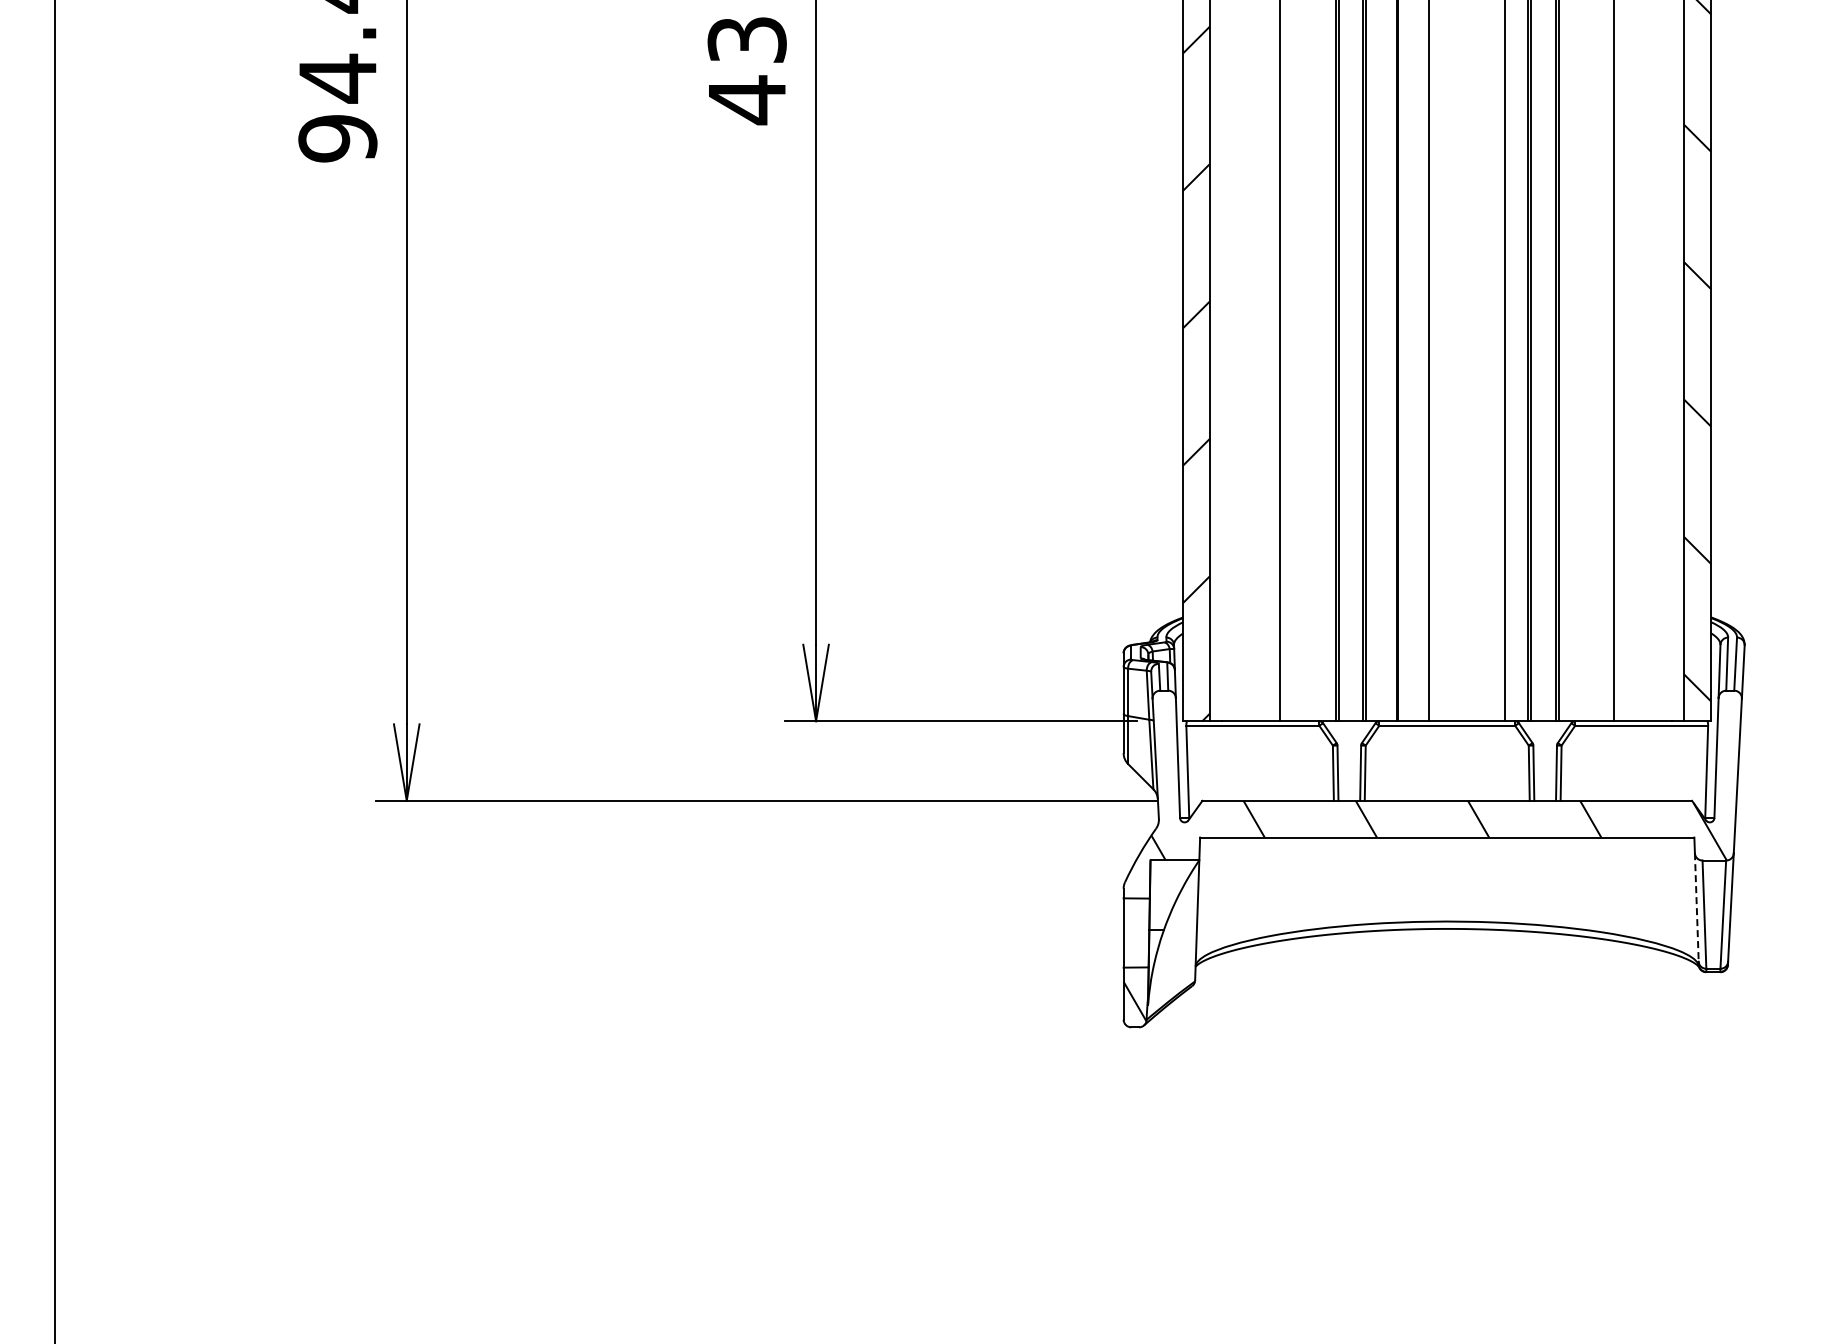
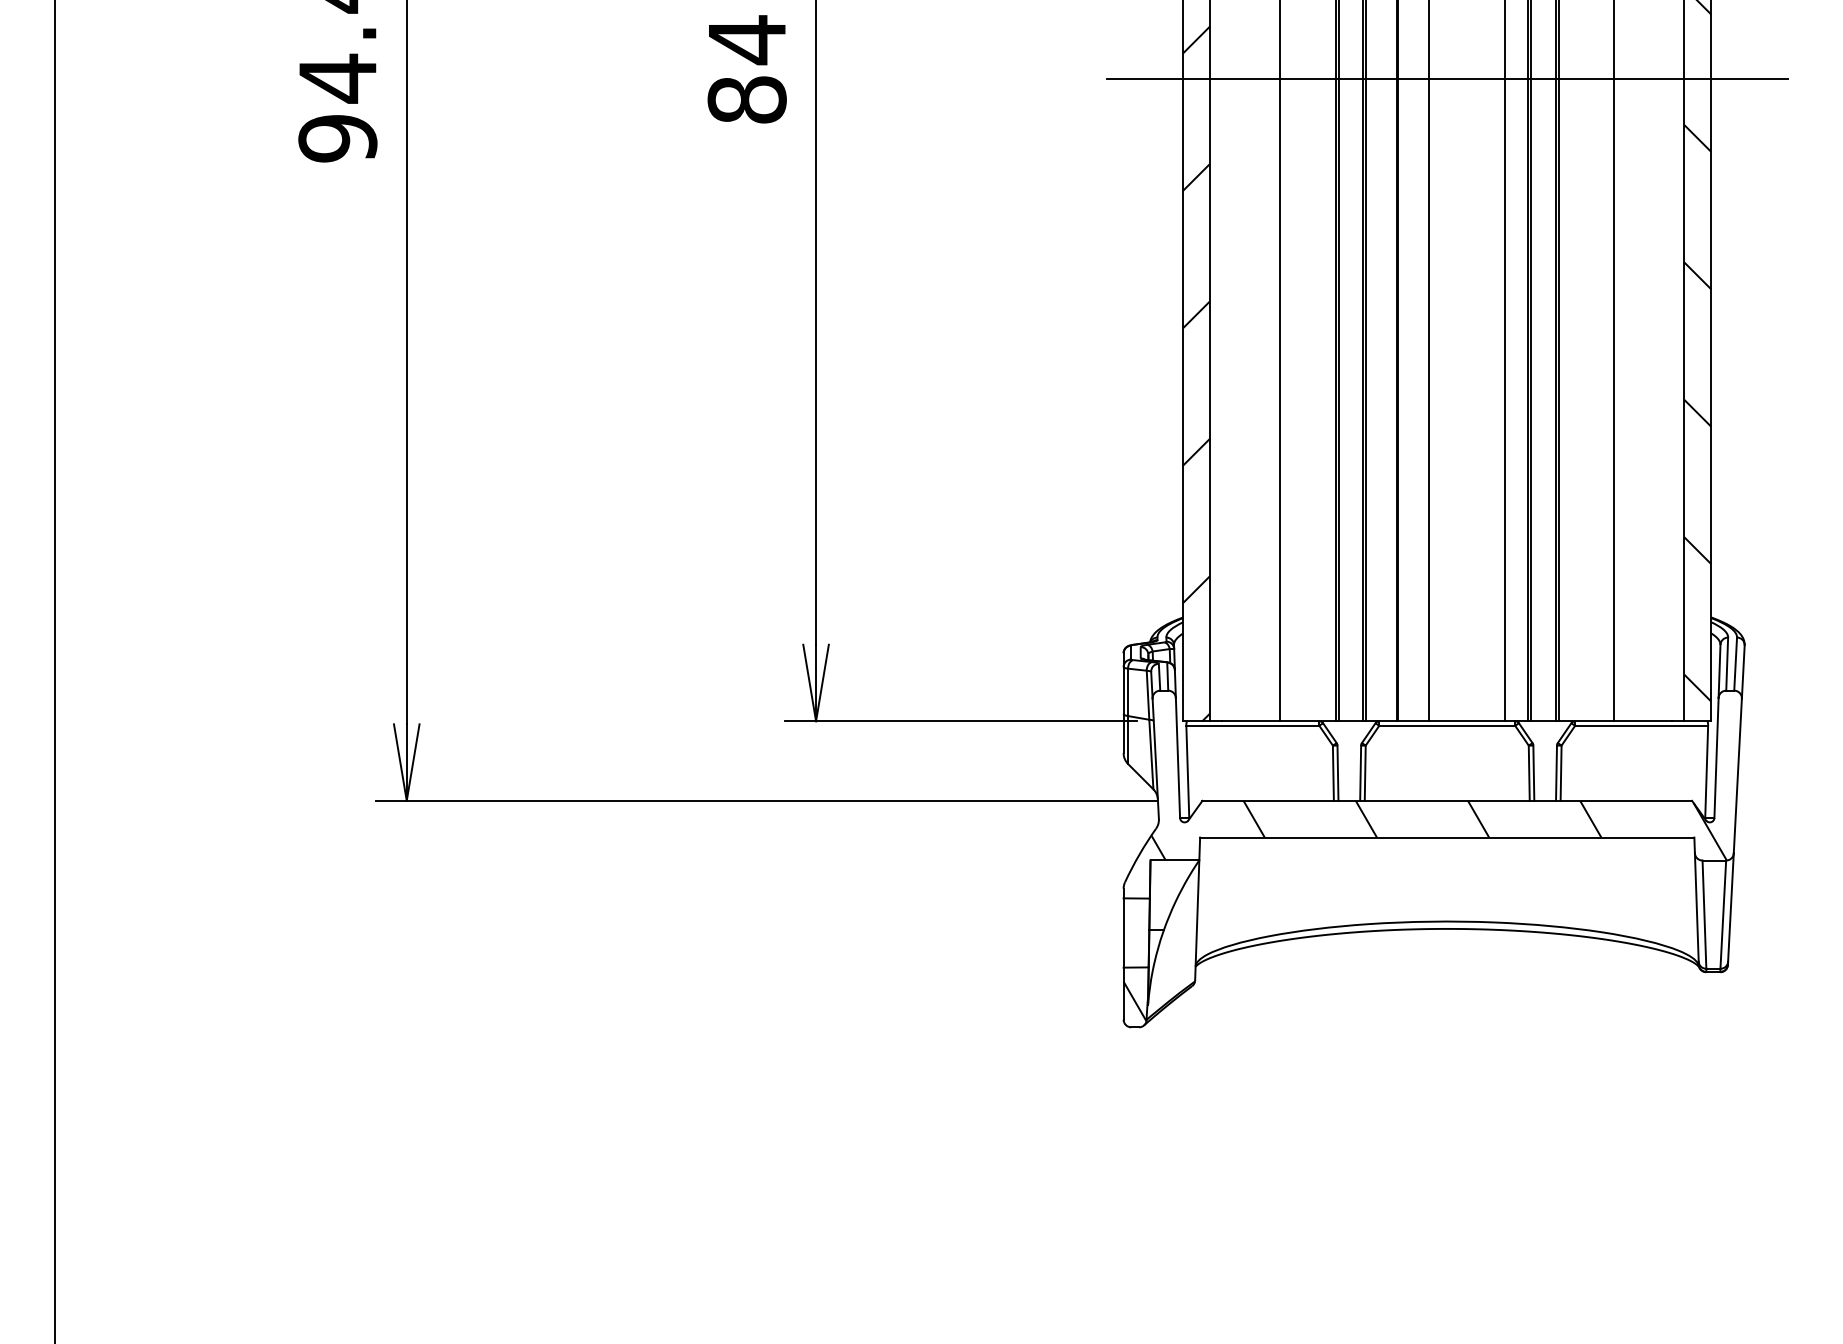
text at (746, 70): 43 -> 84
line at (1446, 78): none -> present
line at (1696, 907): dashed -> solid
